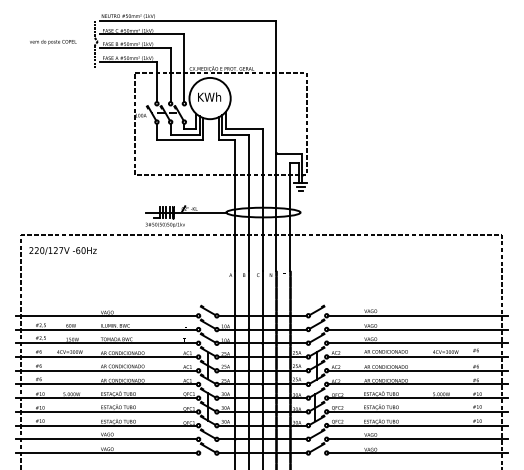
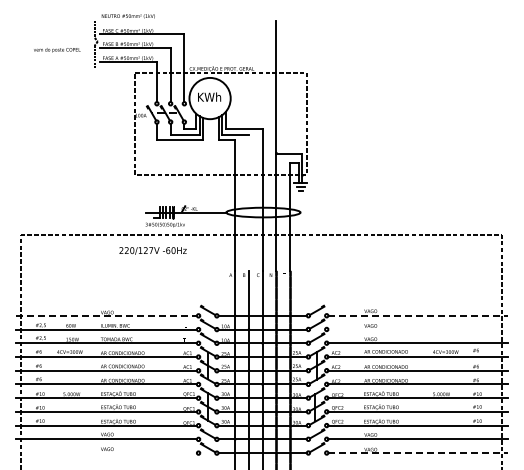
line at (188, 20): present -> none
text at (53, 42) position: (53, 42) -> (57, 50)
line at (248, 202): present -> none
text at (62, 250) position: (62, 250) -> (152, 250)
line at (106, 315): solid -> dashed
line at (418, 315): solid -> dashed
line at (418, 329): present -> none
line at (105, 453): present -> none
line at (418, 453): solid -> dashed
